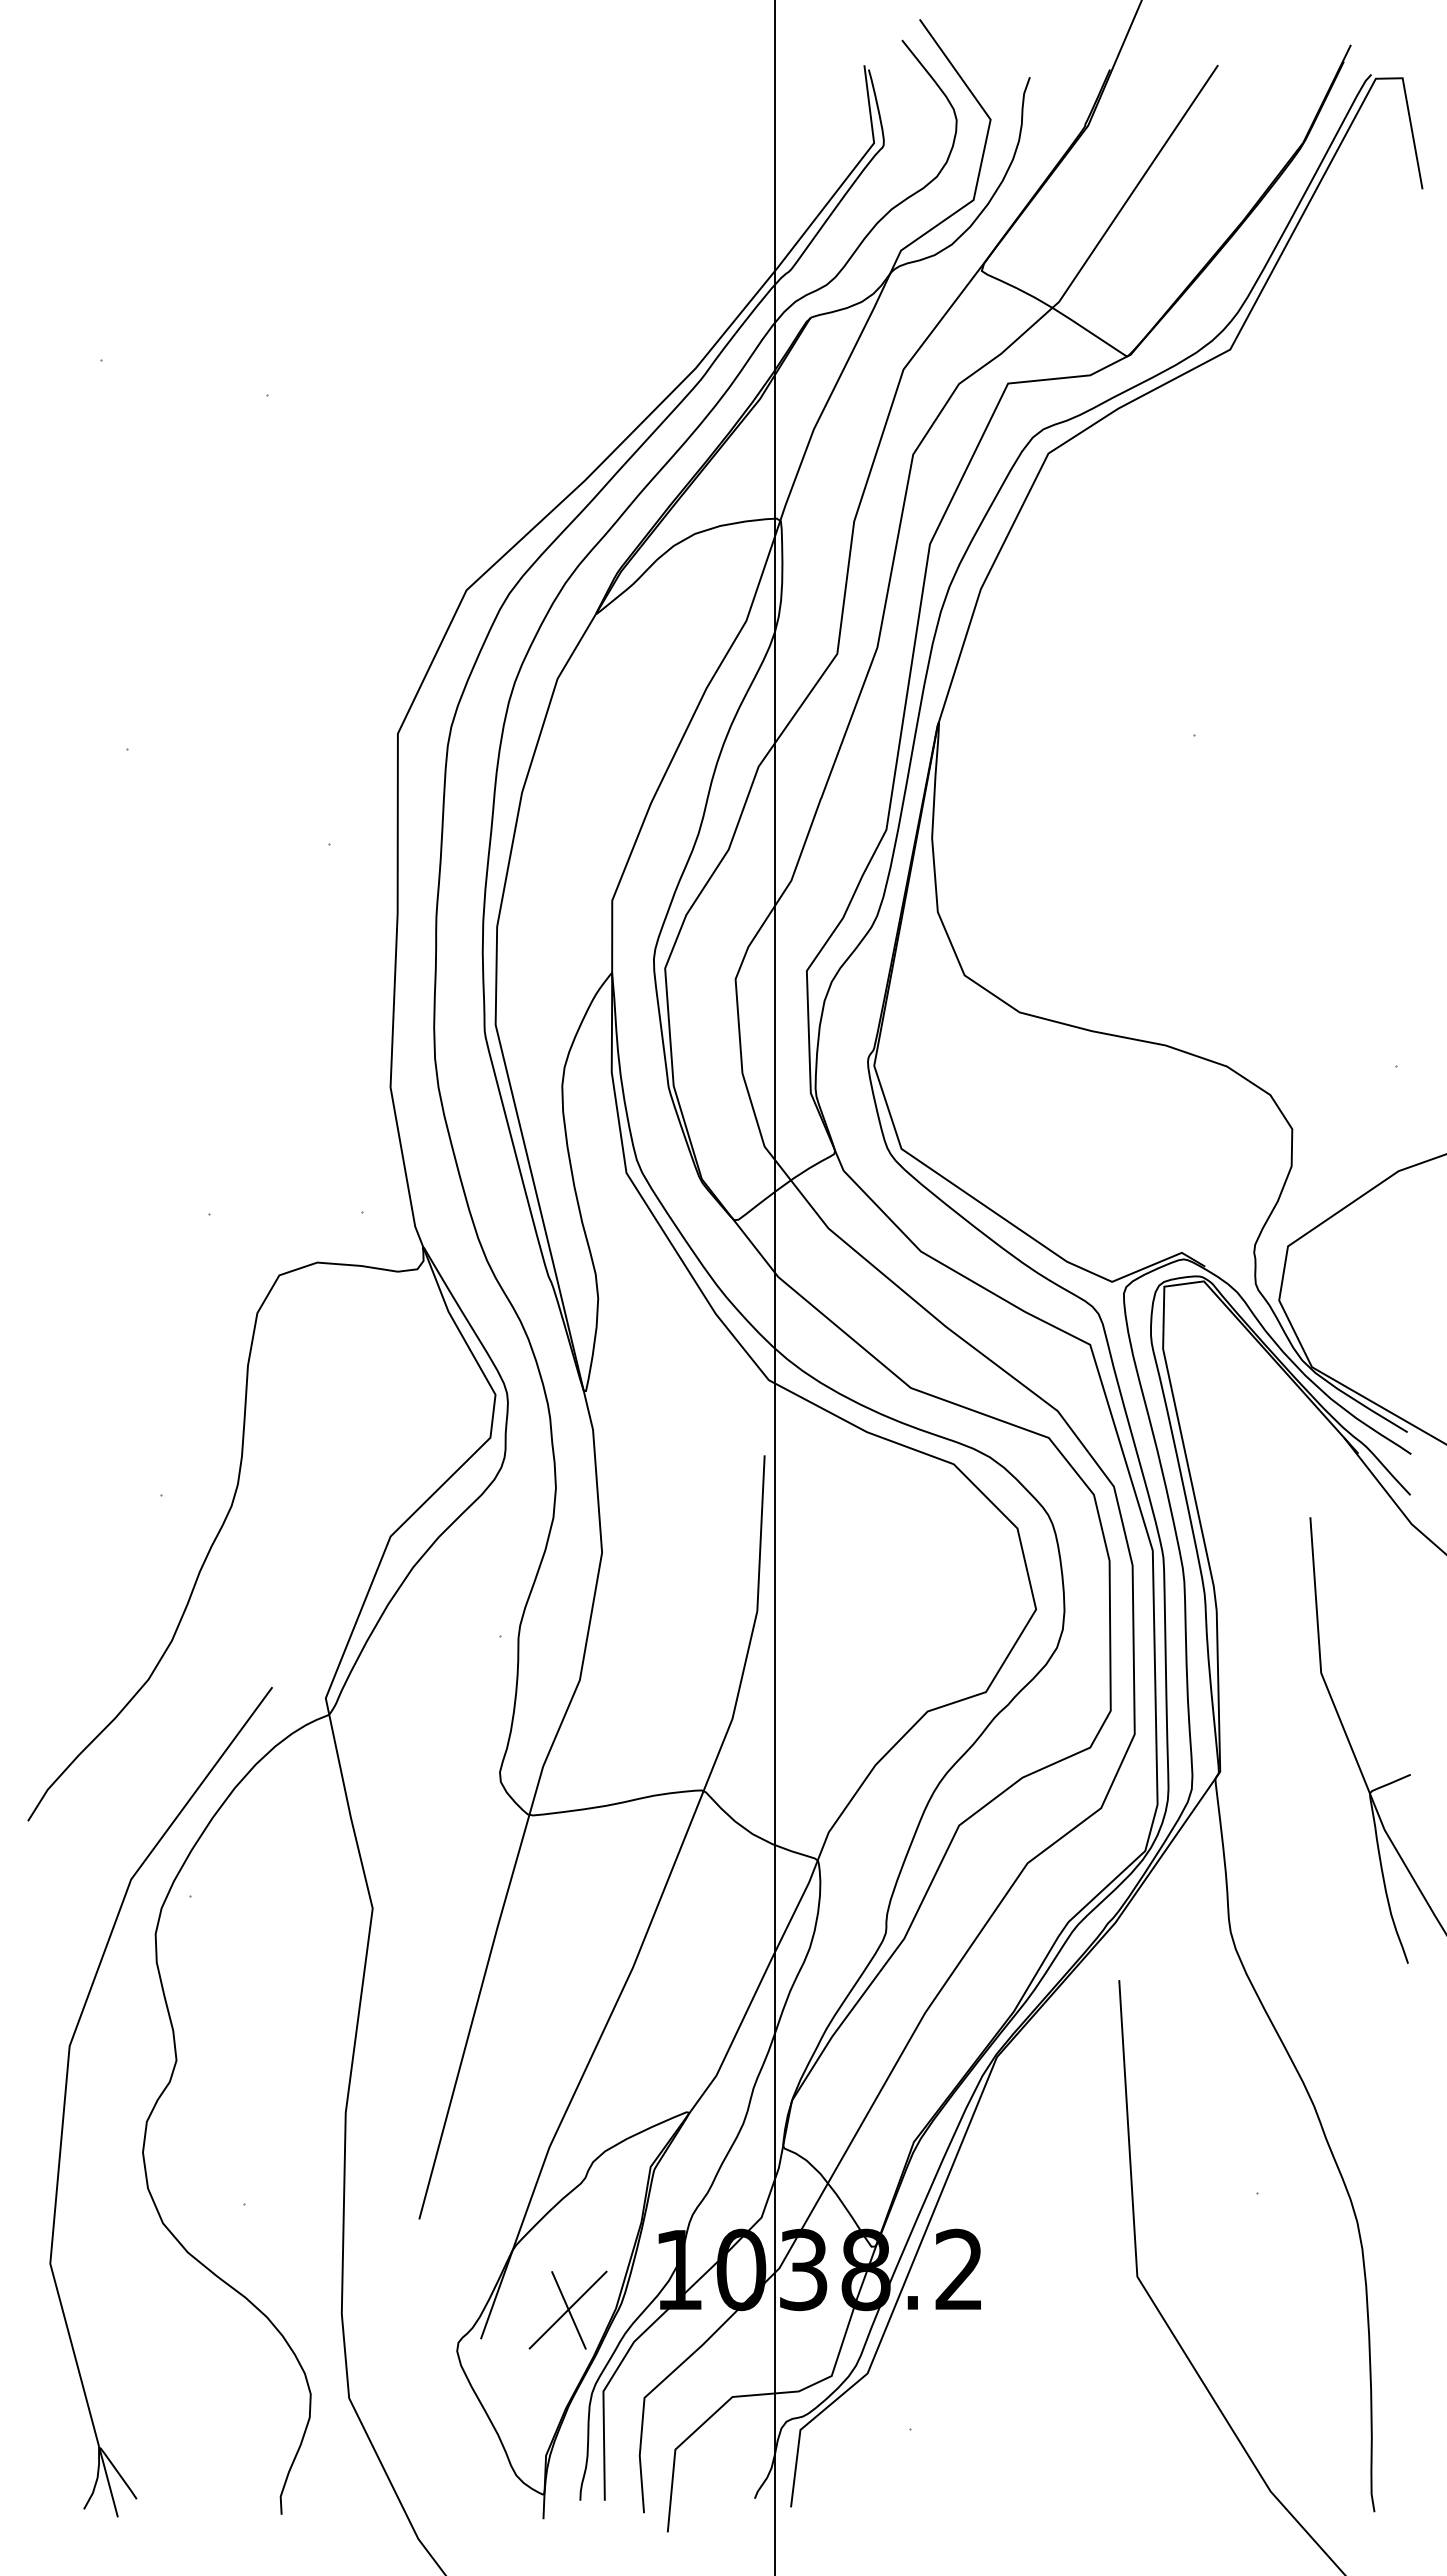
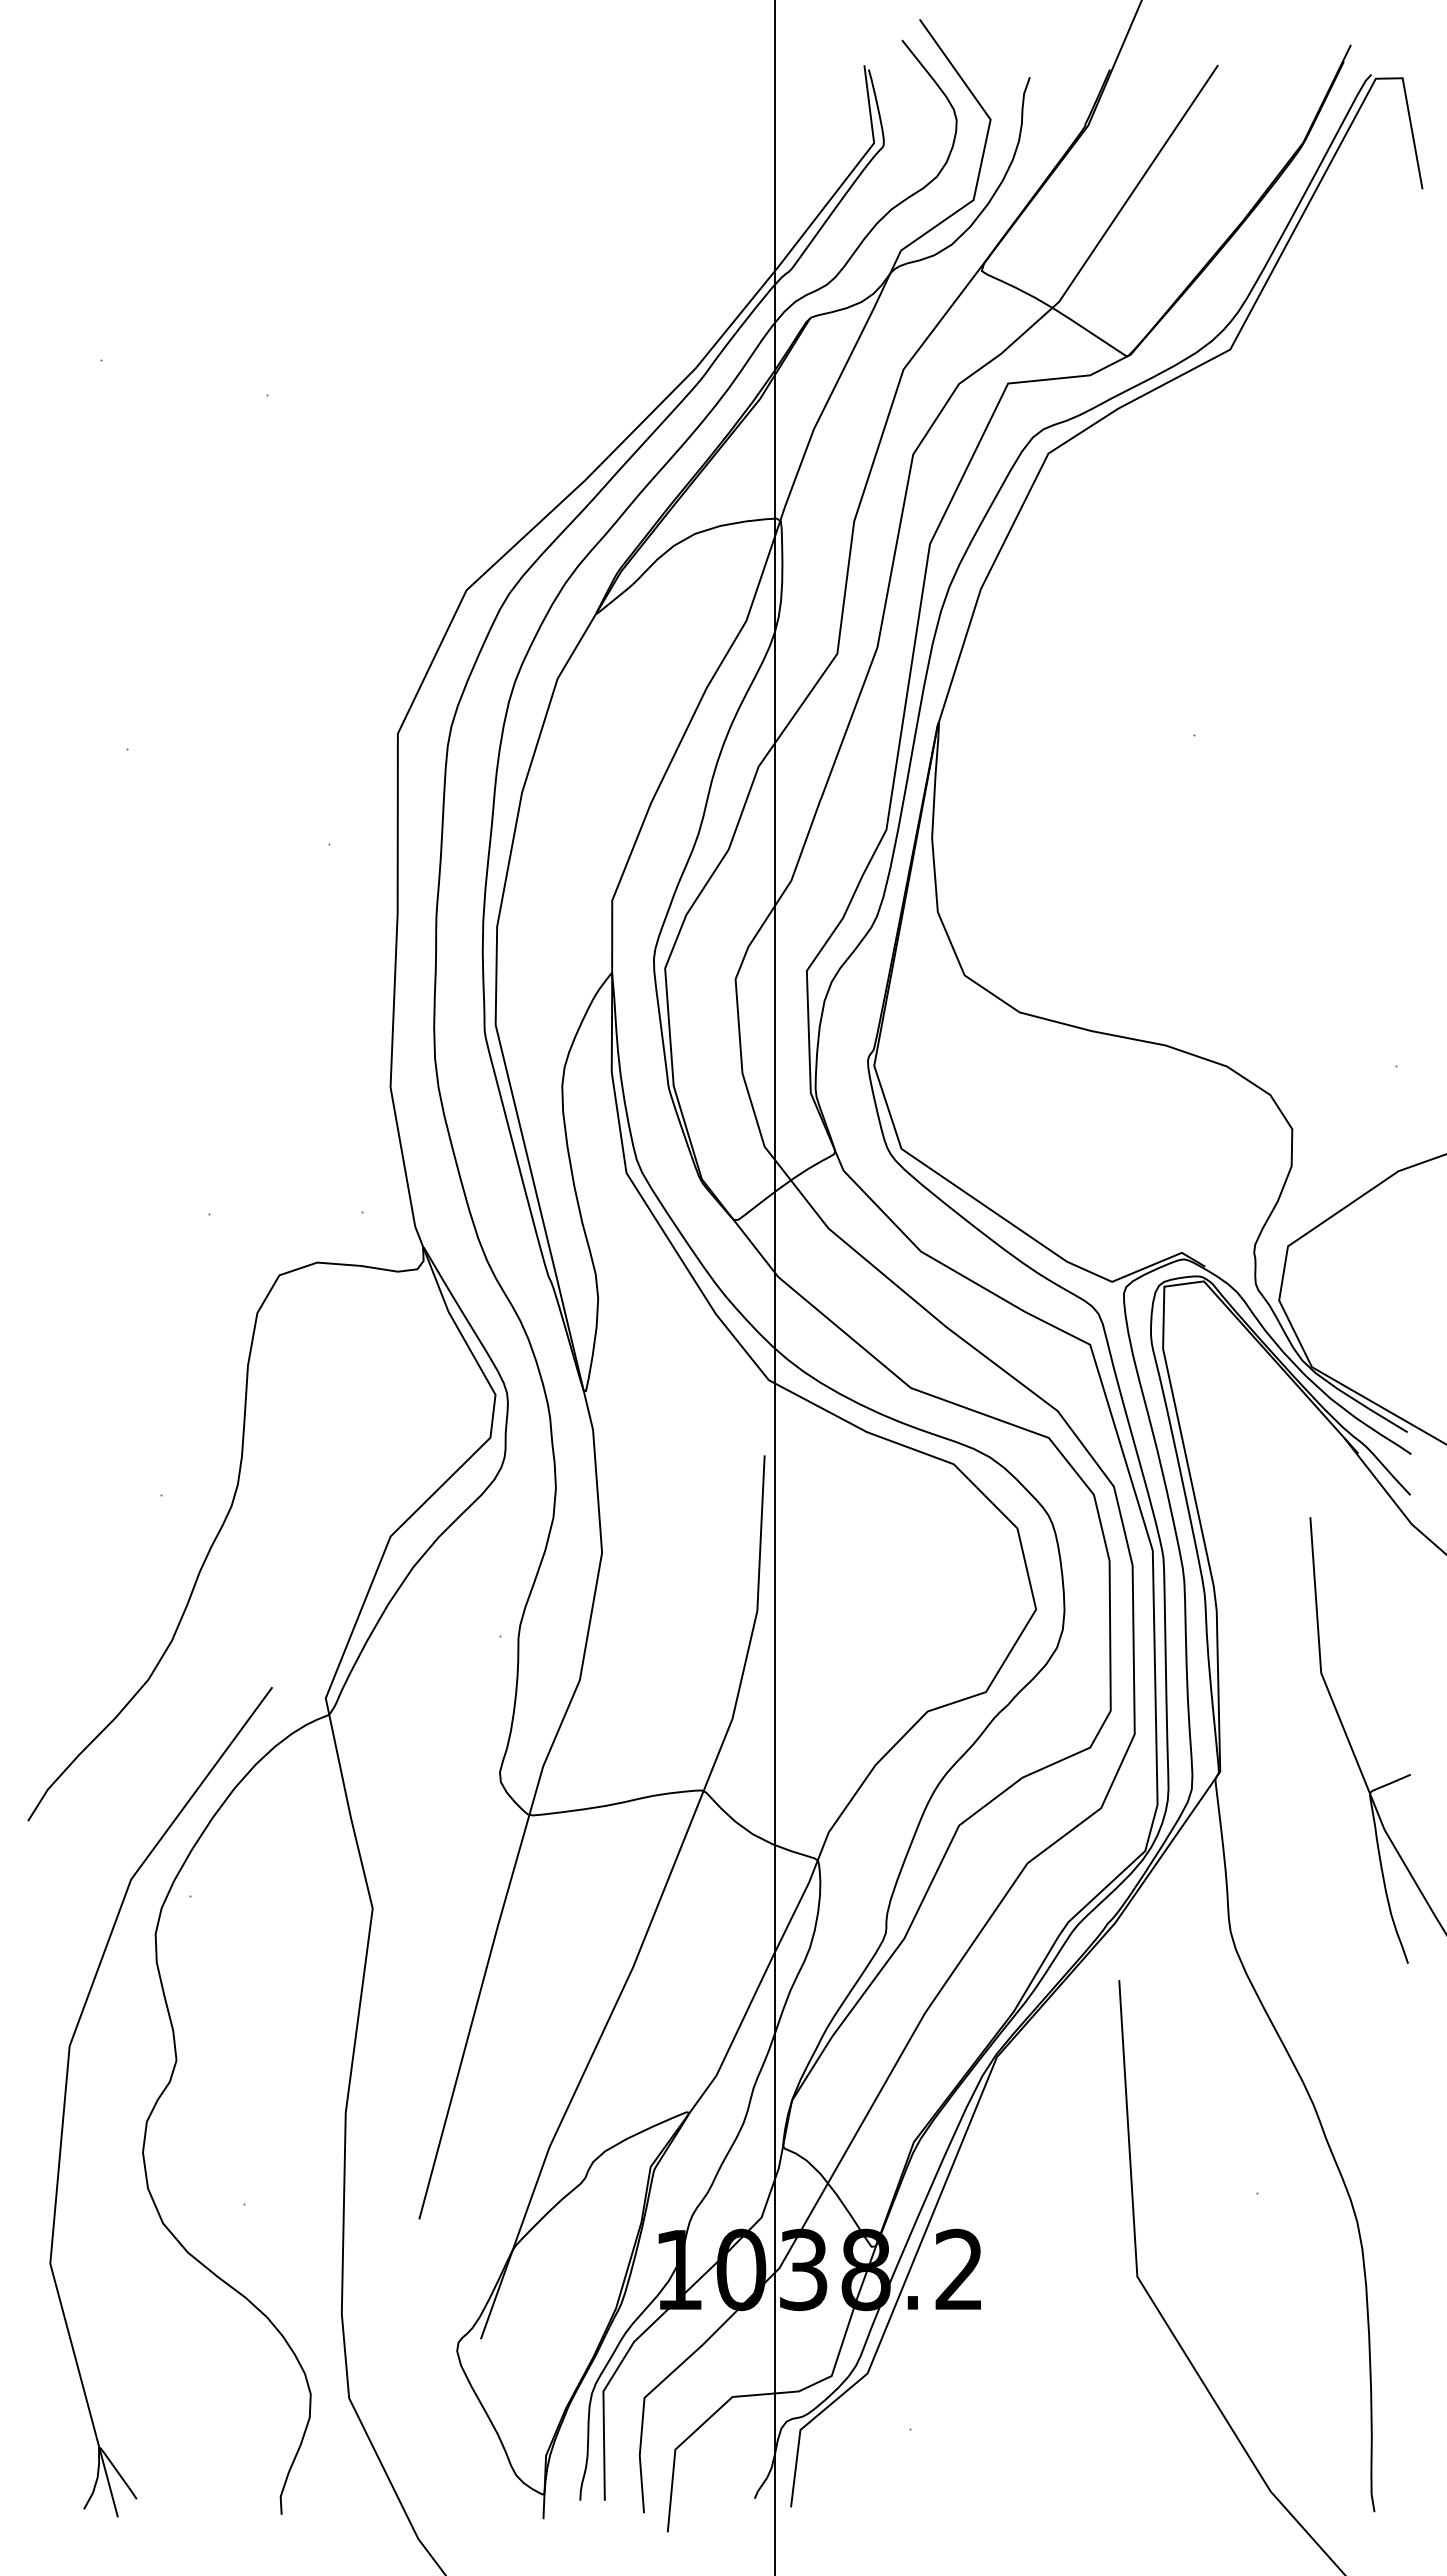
part at (567, 2309): present -> none
